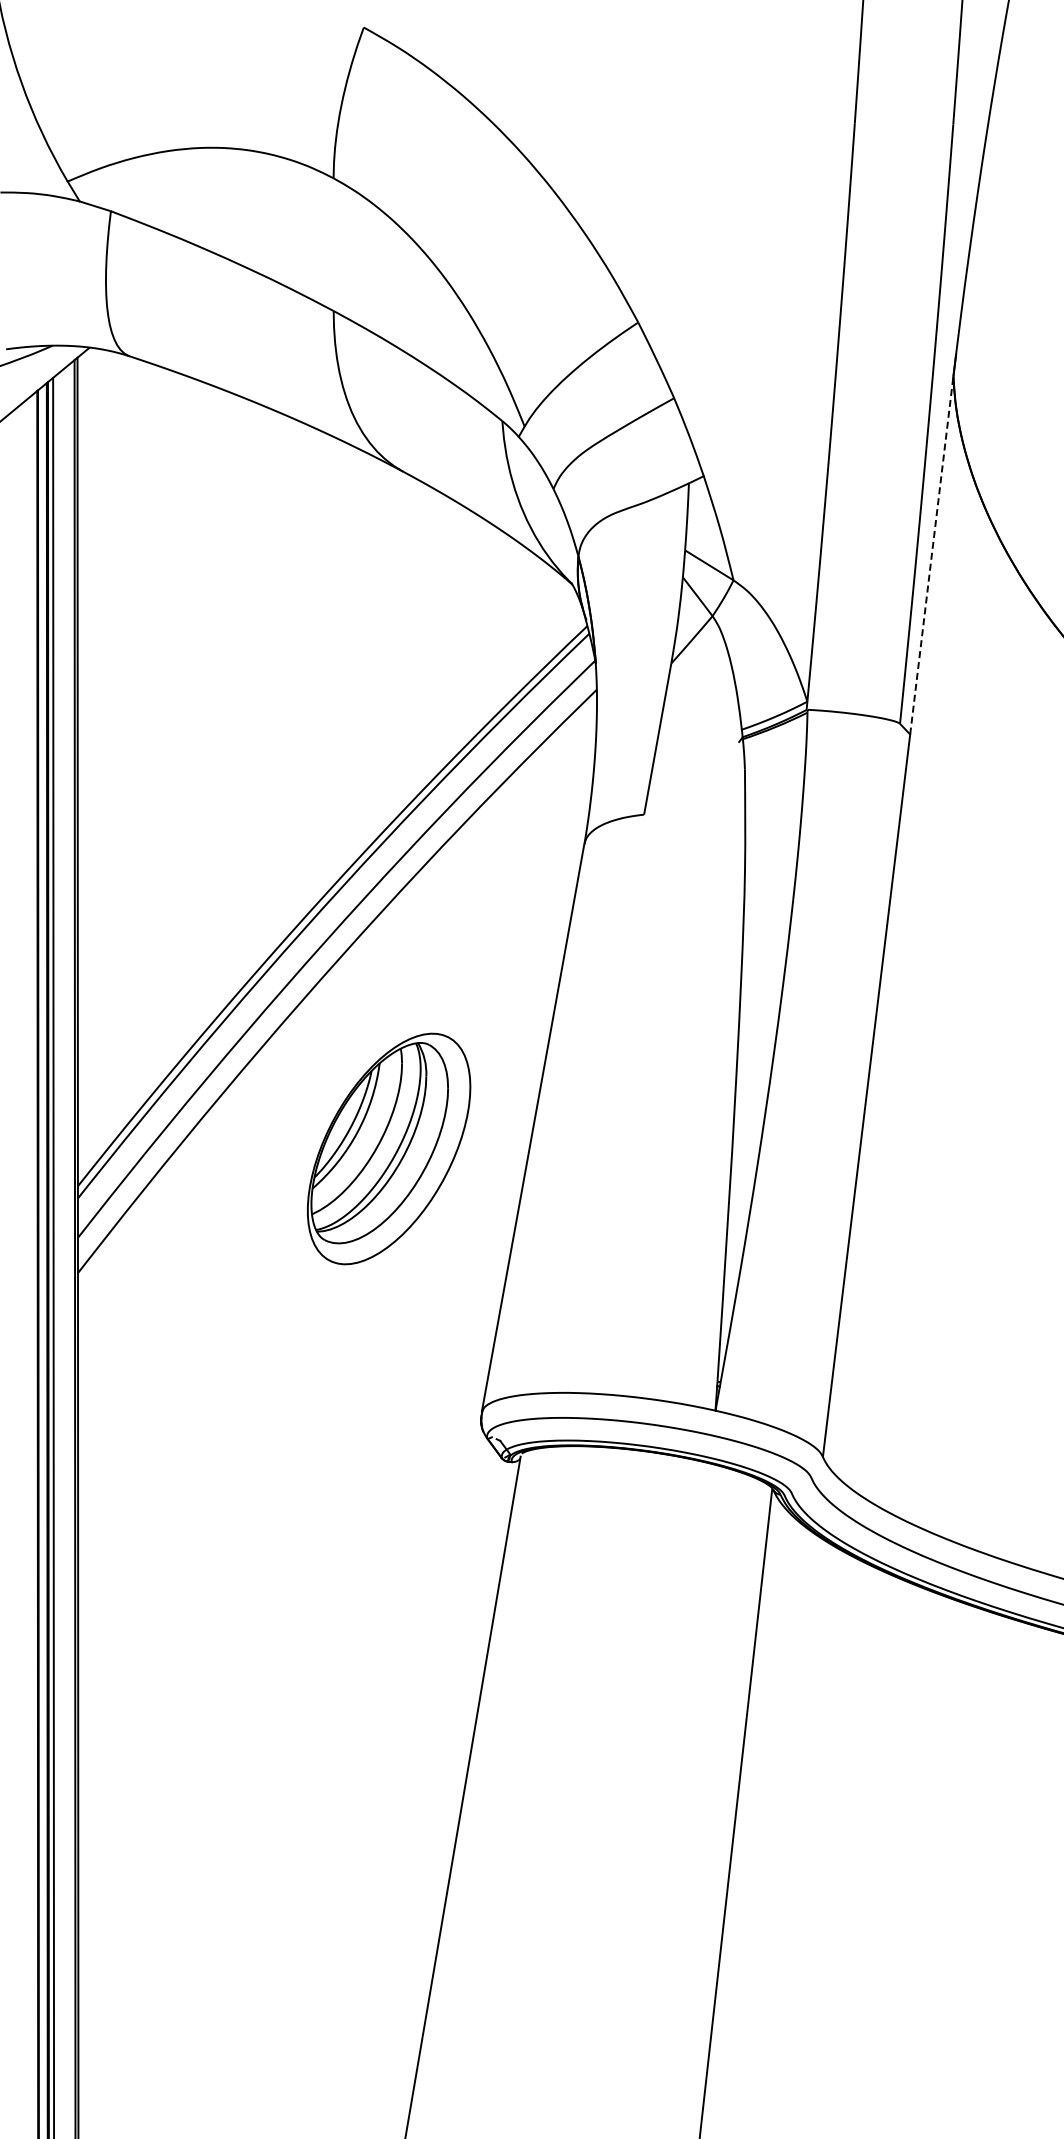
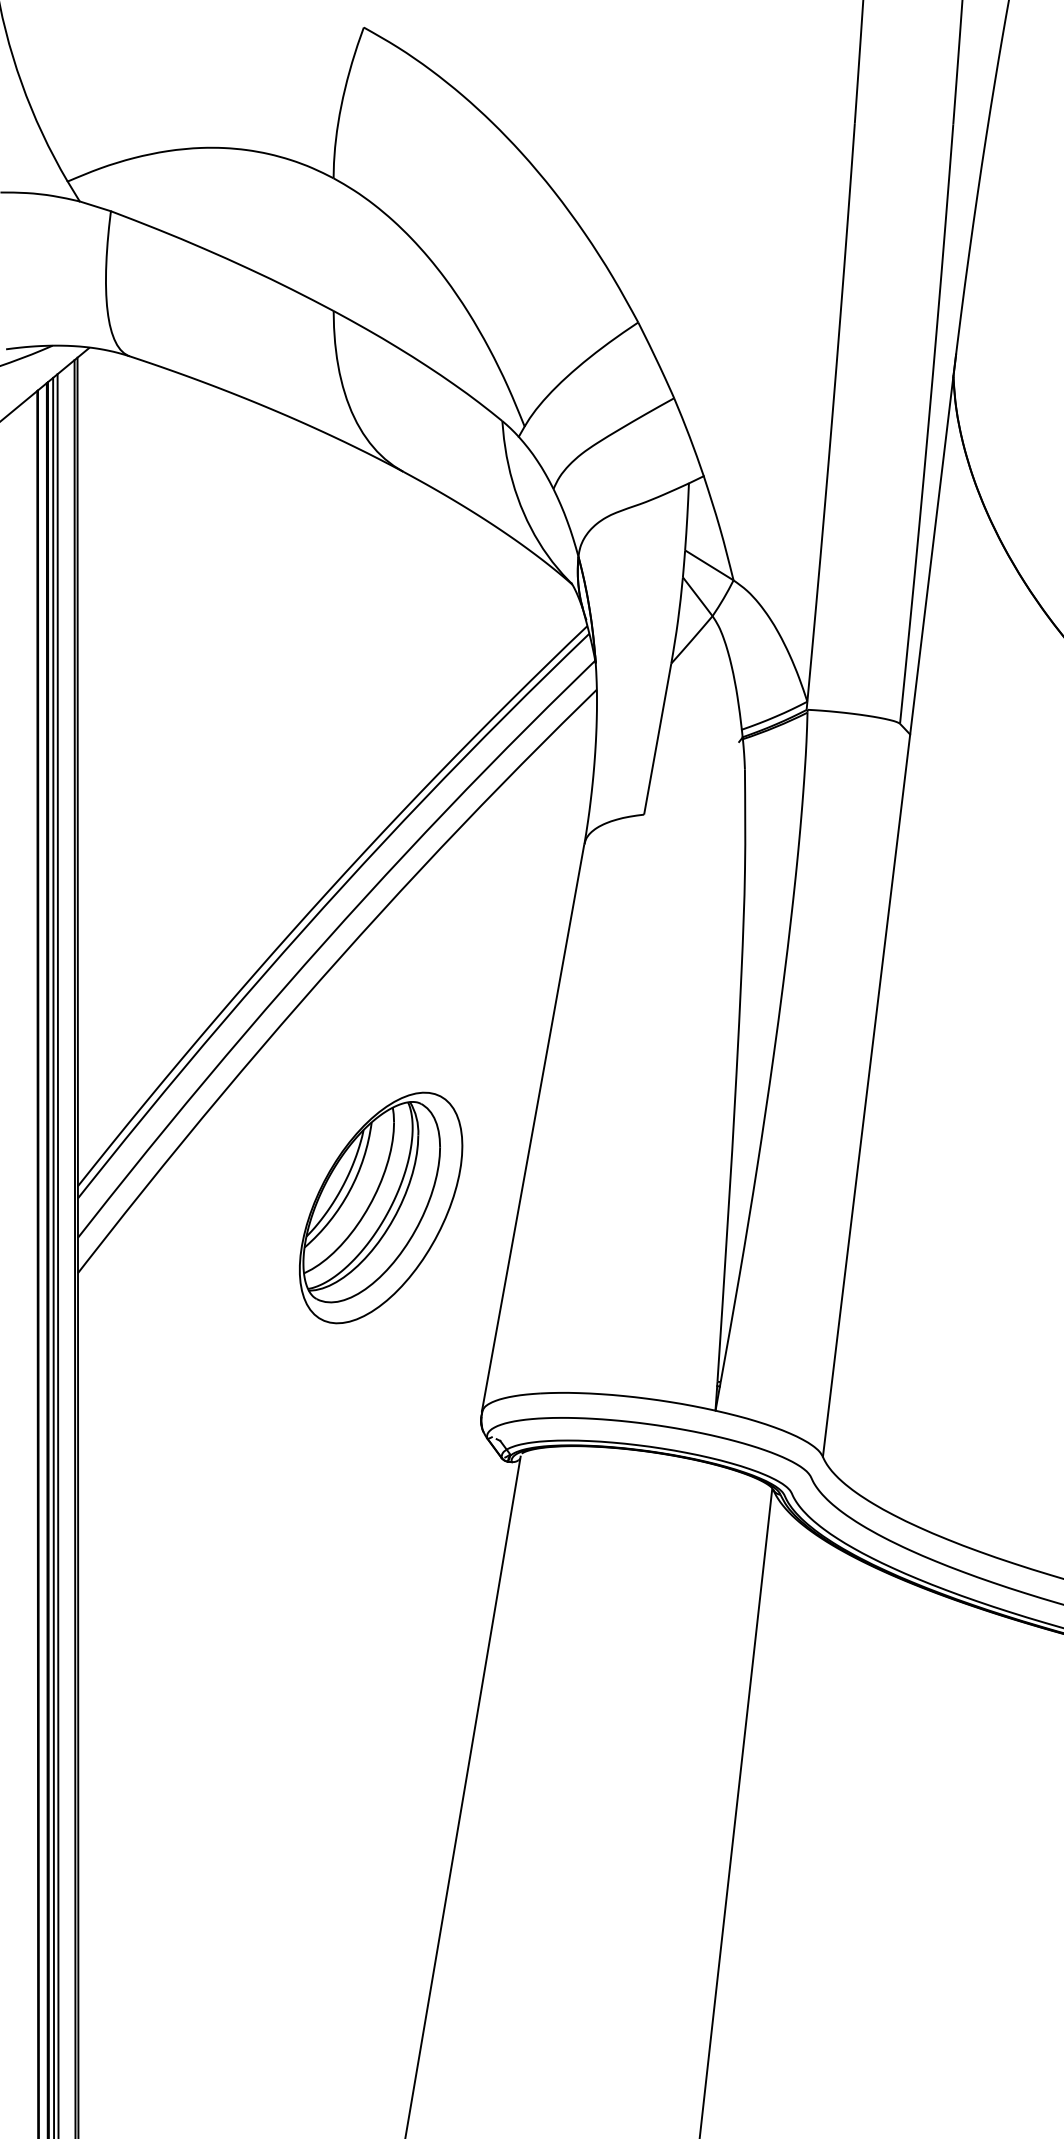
line at (931, 554): dashed -> solid
part at (389, 1148) position: (389, 1148) -> (381, 1207)
line at (57, 1254): none -> present
